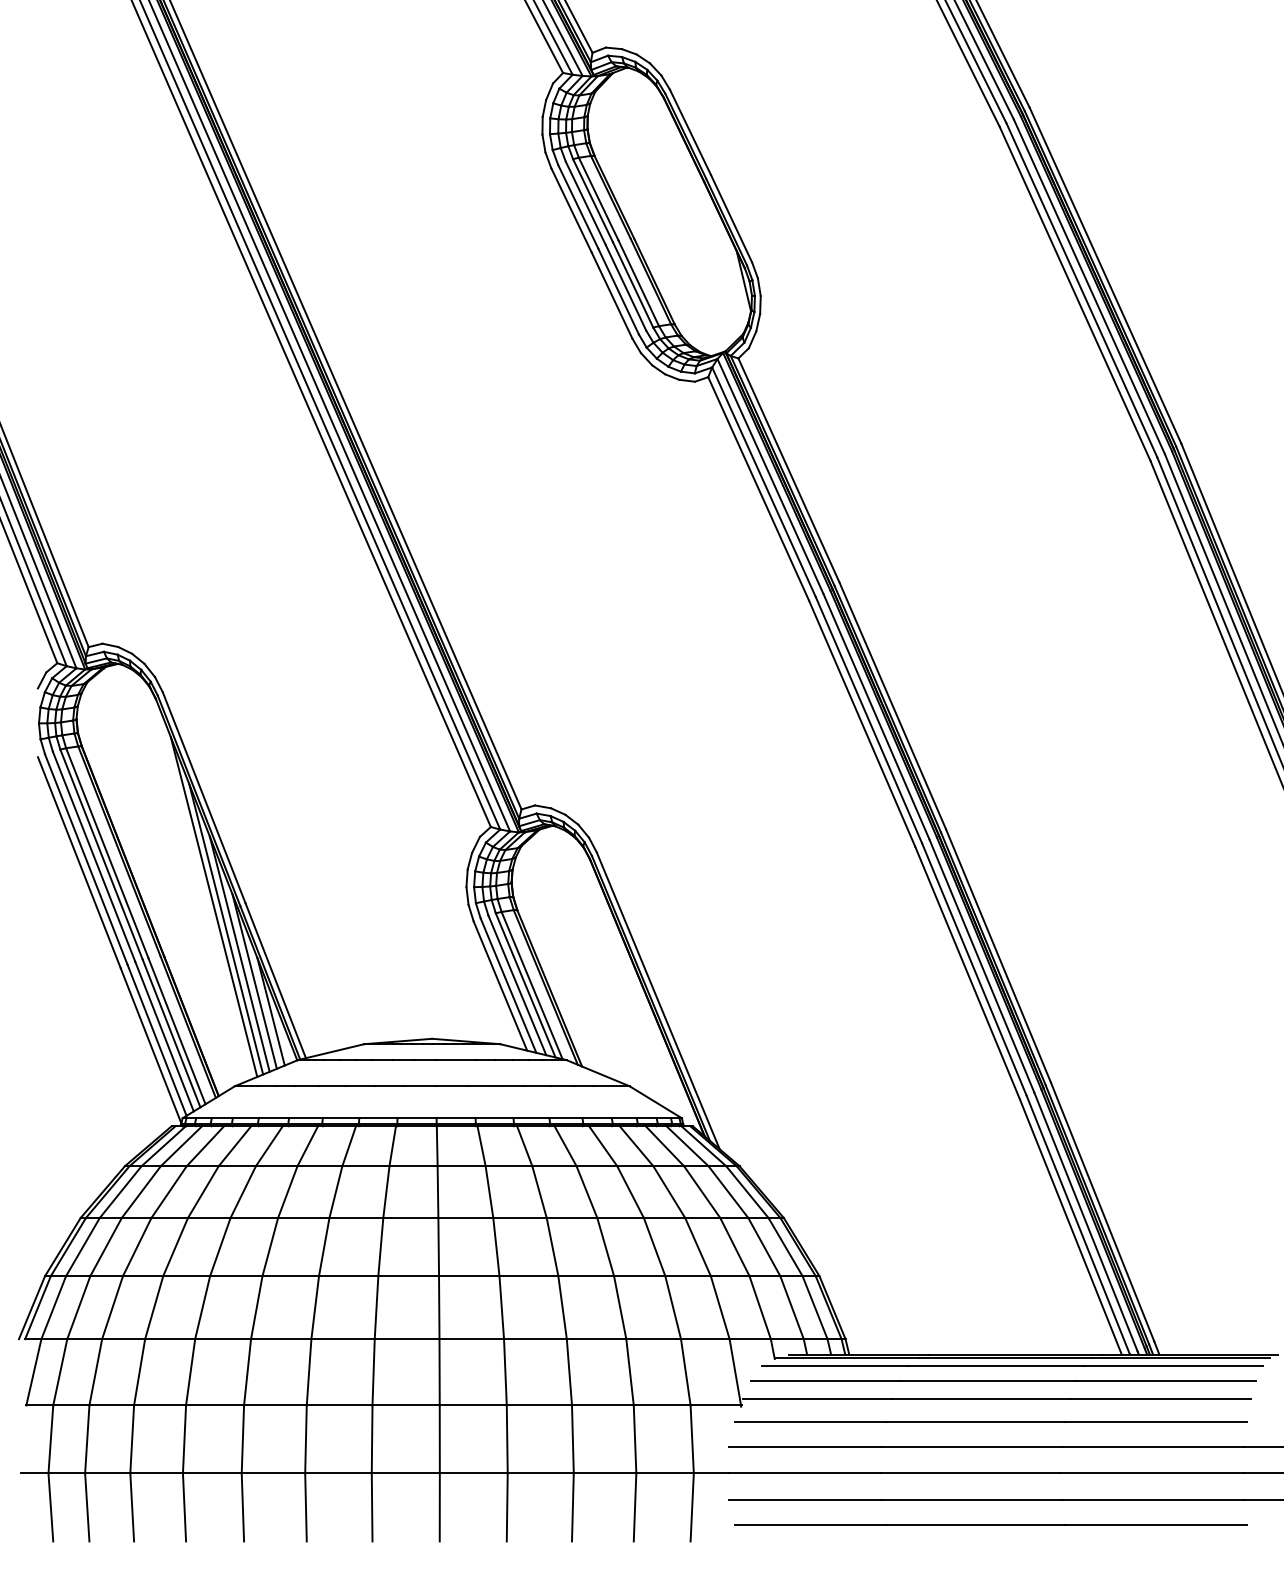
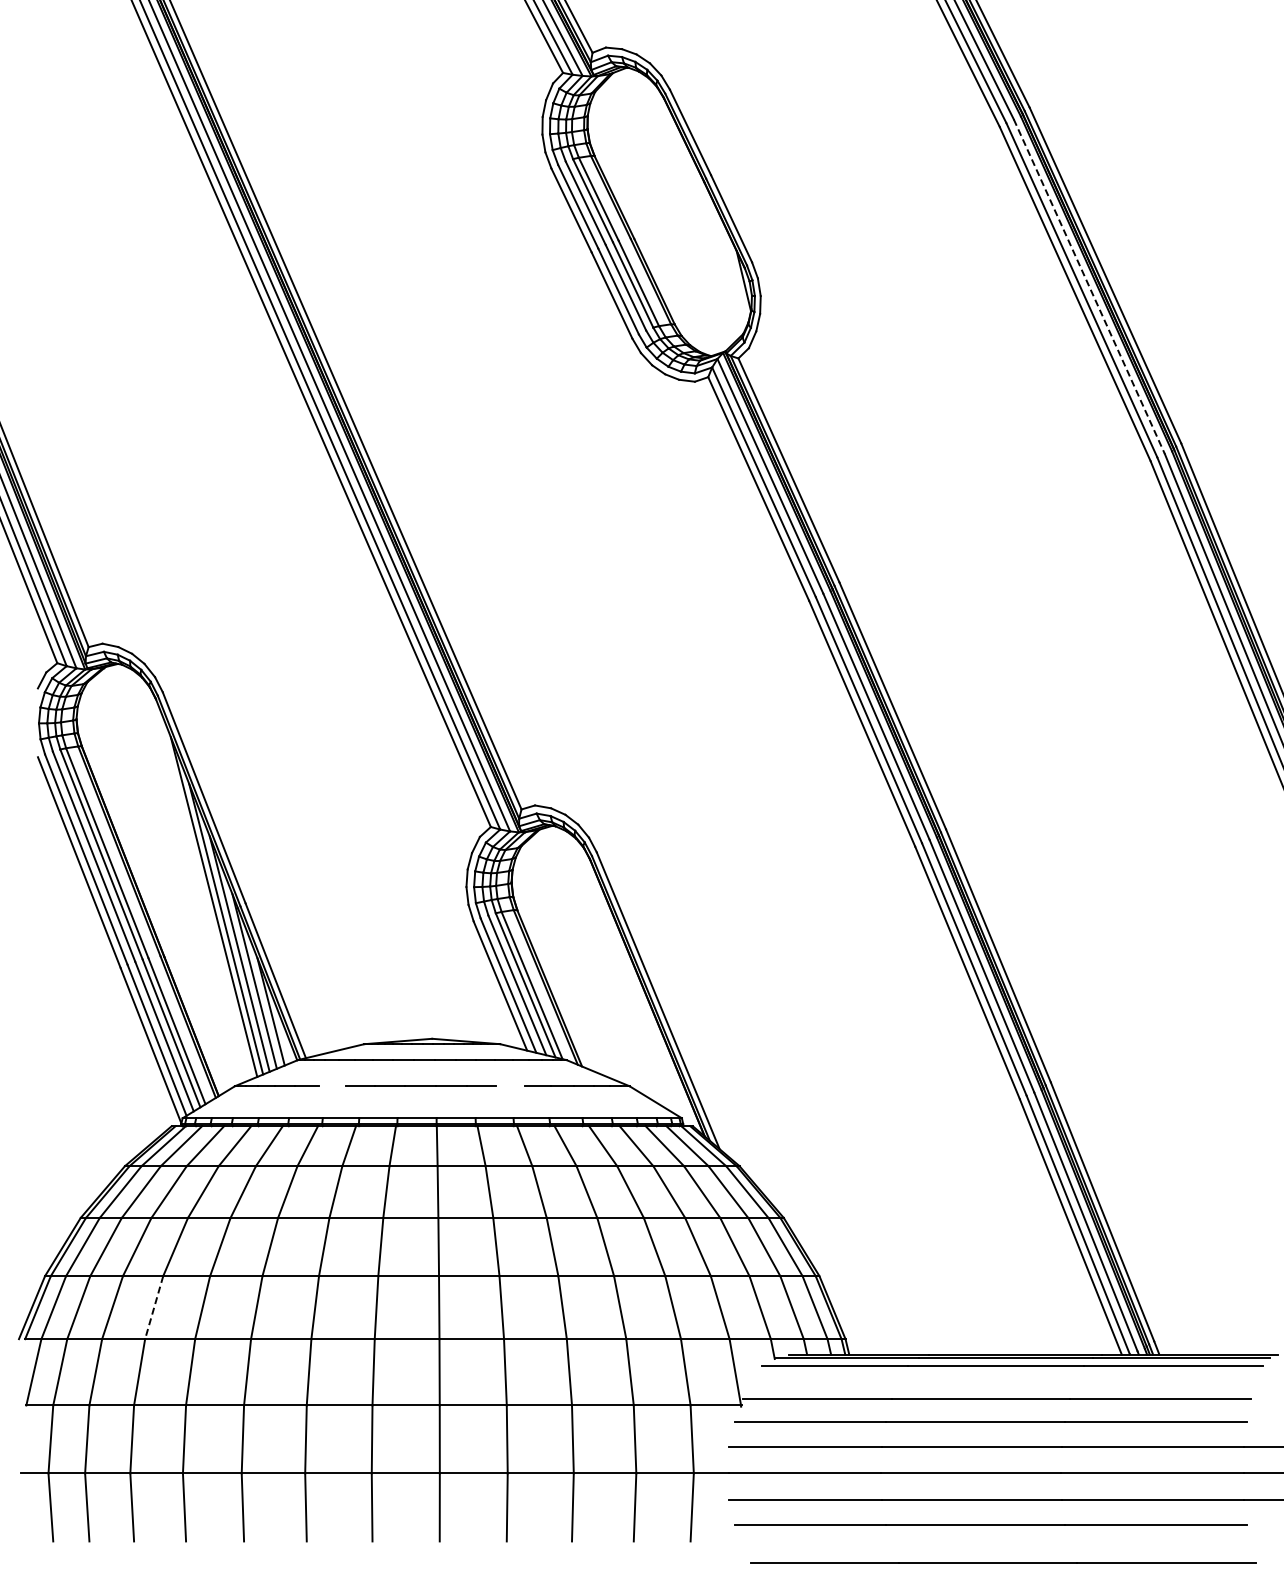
line at (1089, 286): solid -> dashed
line at (332, 1086): present -> none
line at (510, 1086): present -> none
line at (154, 1307): solid -> dashed
line at (1003, 1380) position: (1003, 1380) -> (1003, 1562)
